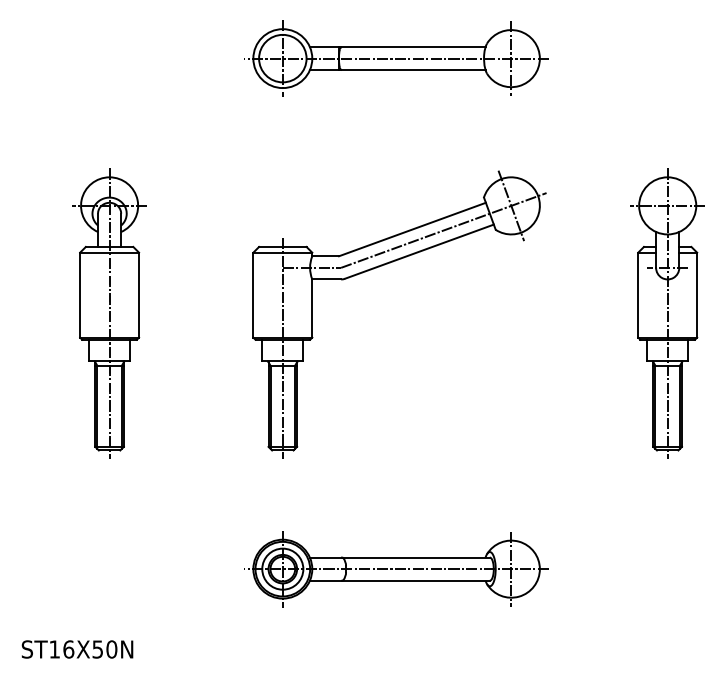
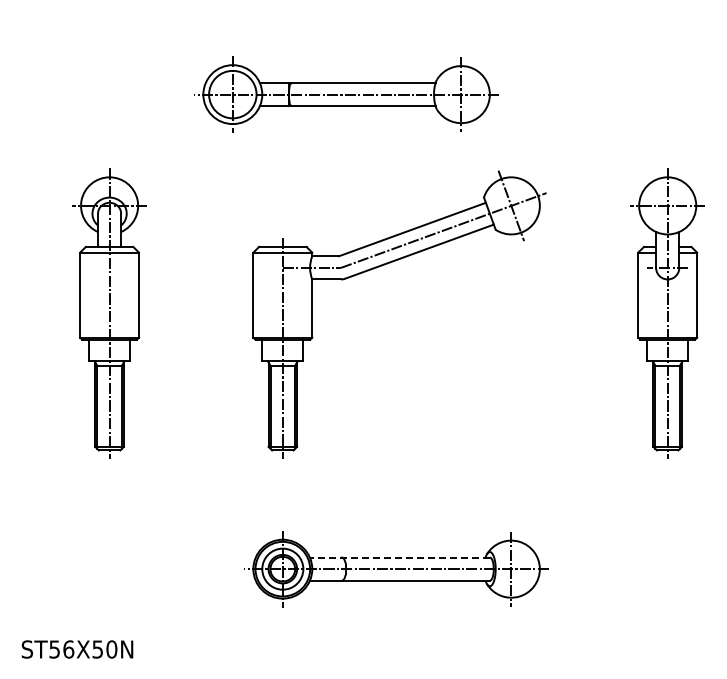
part at (396, 58) position: (396, 58) -> (346, 94)
line at (399, 557): solid -> dashed
text at (54, 649): ST16X50N -> ST56X50N
